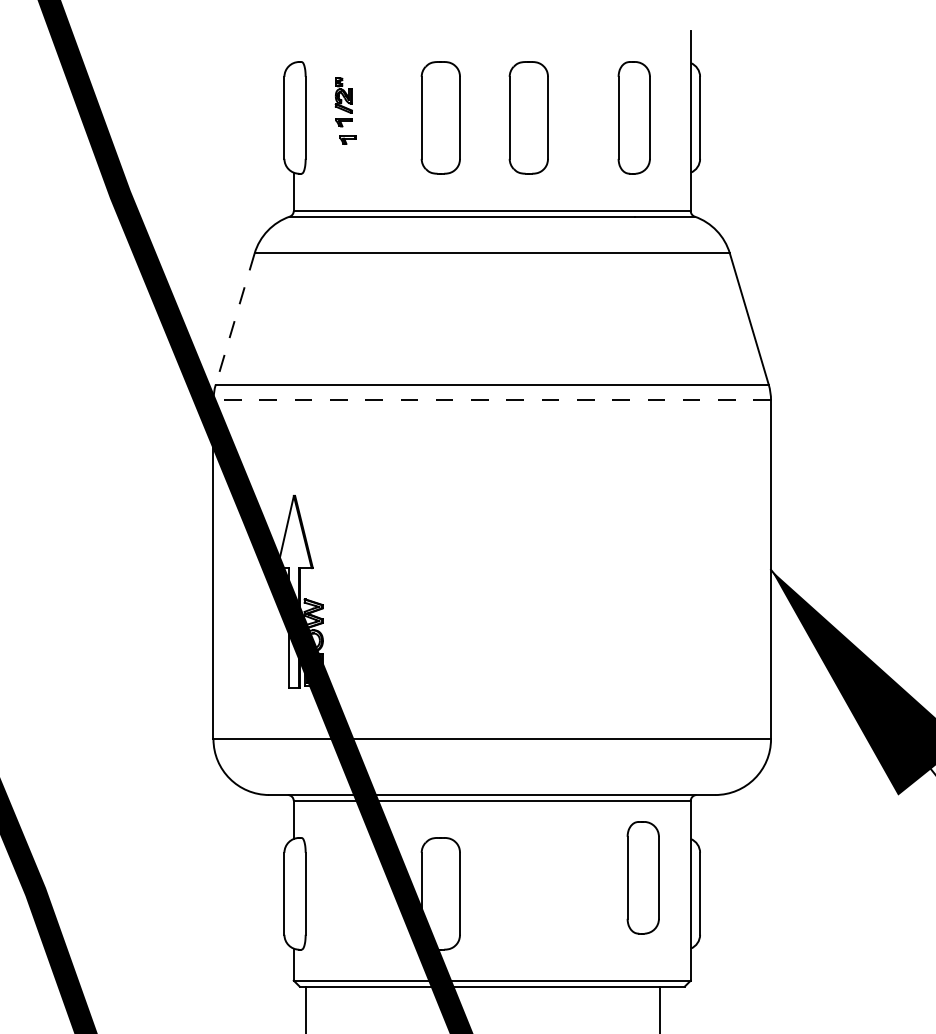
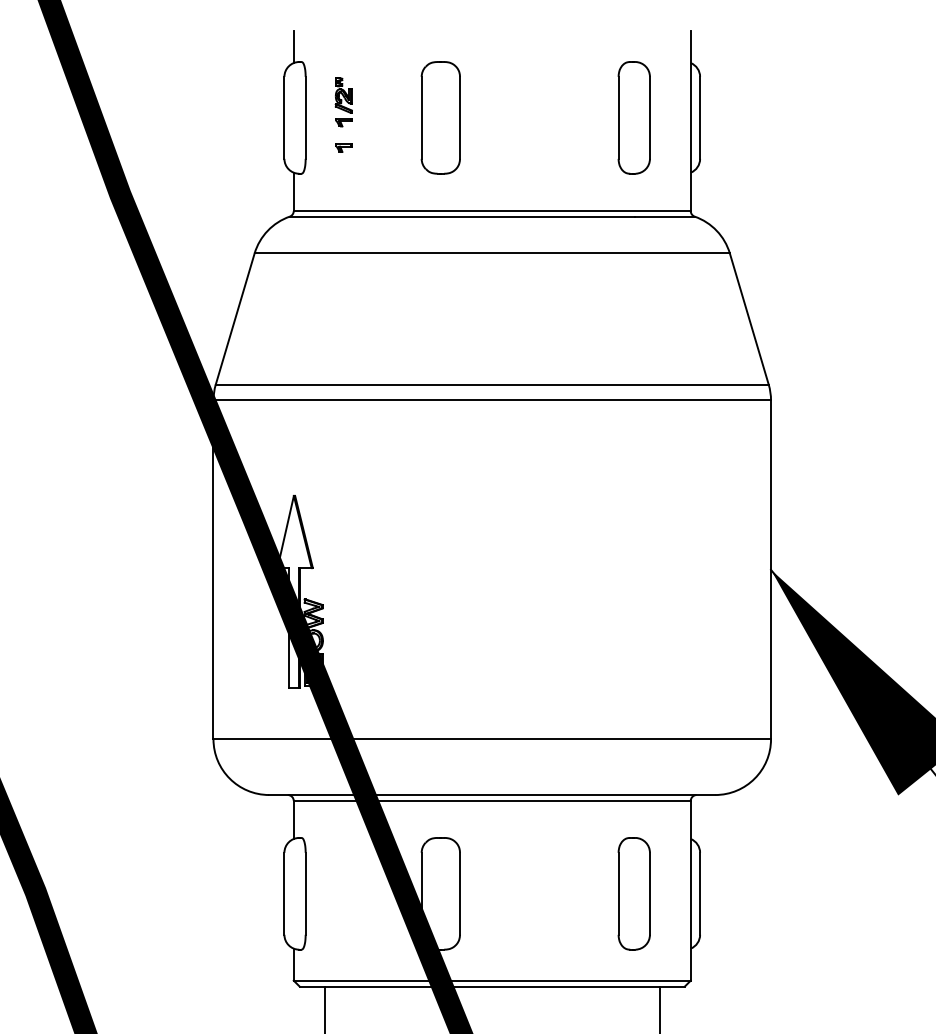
line at (293, 47): none -> present
part at (528, 117): present -> none
part at (347, 139) position: (347, 139) -> (343, 147)
line at (235, 319): dashed -> solid
line at (492, 400): dashed -> solid
part at (642, 877) position: (642, 877) -> (633, 893)
line at (305, 1008) position: (305, 1008) -> (324, 1008)
